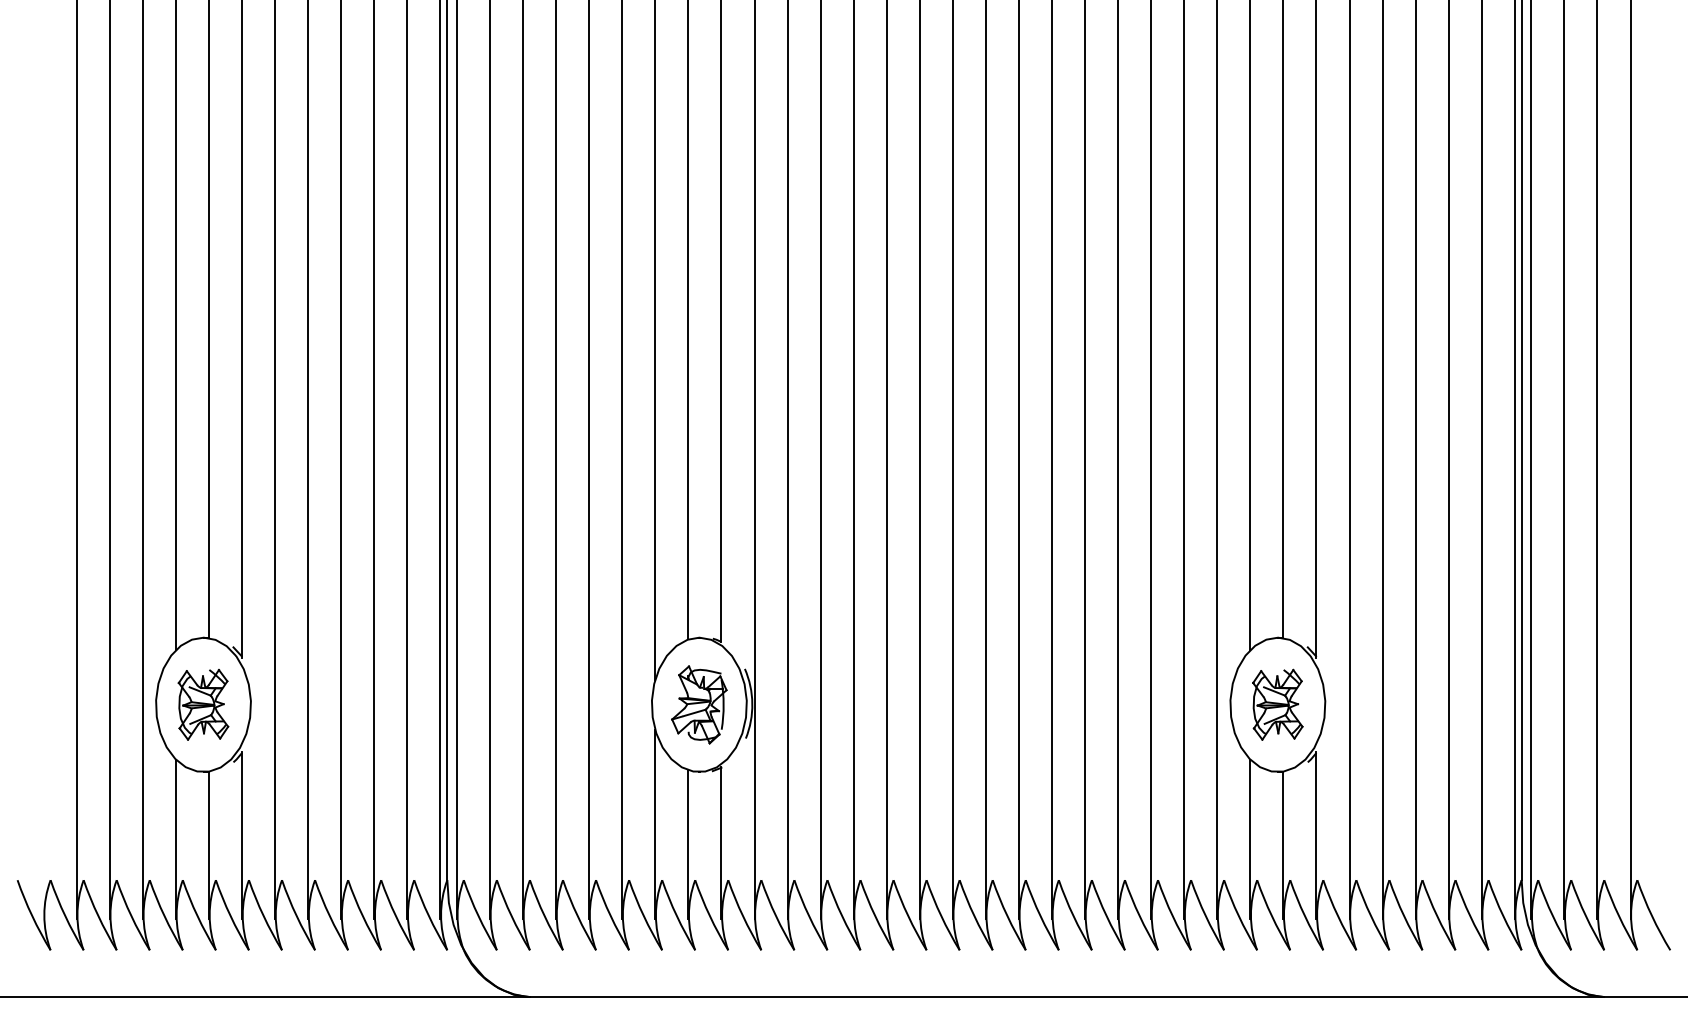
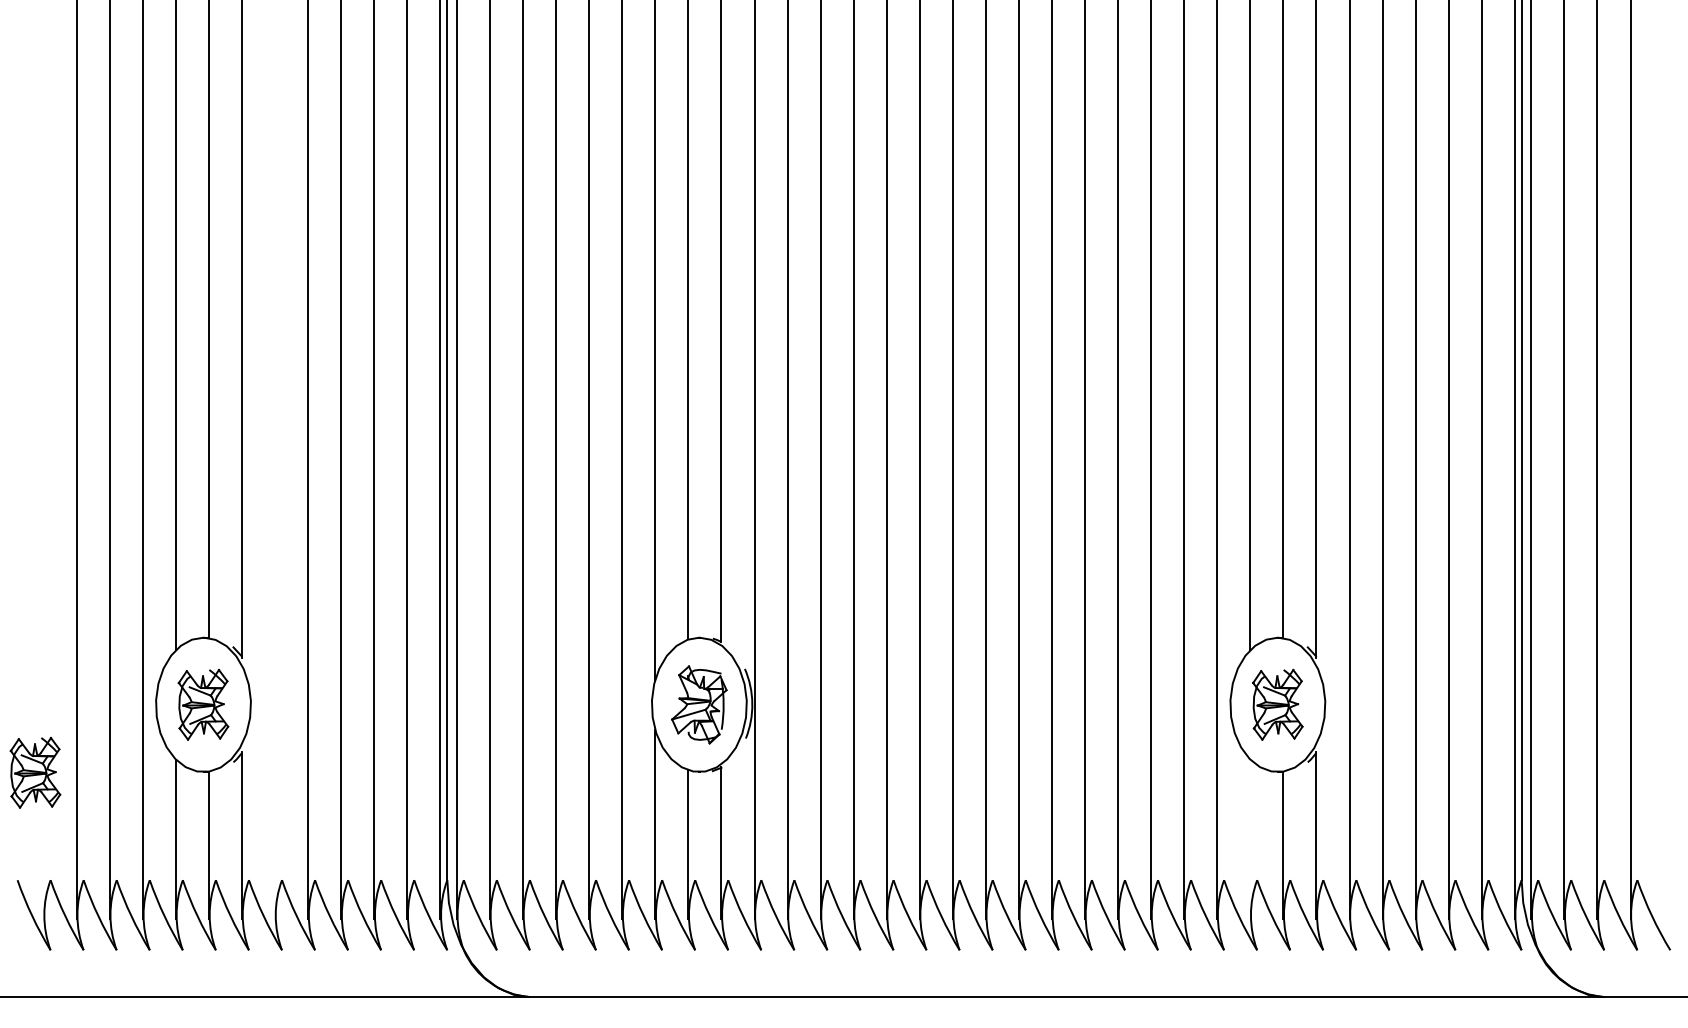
line at (275, 460): present -> none
part at (35, 772): none -> present
line at (1250, 838): present -> none
